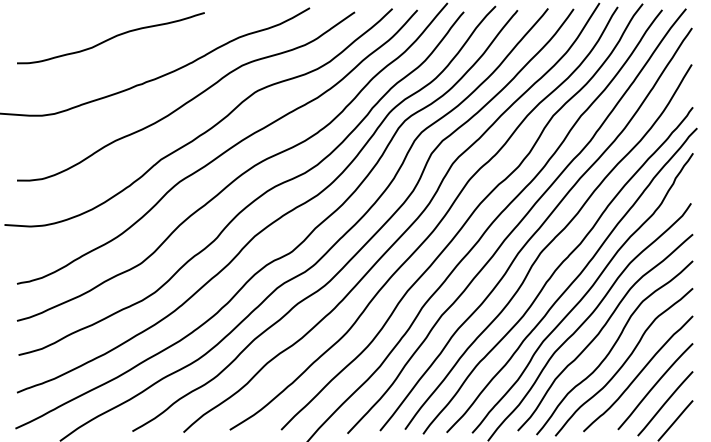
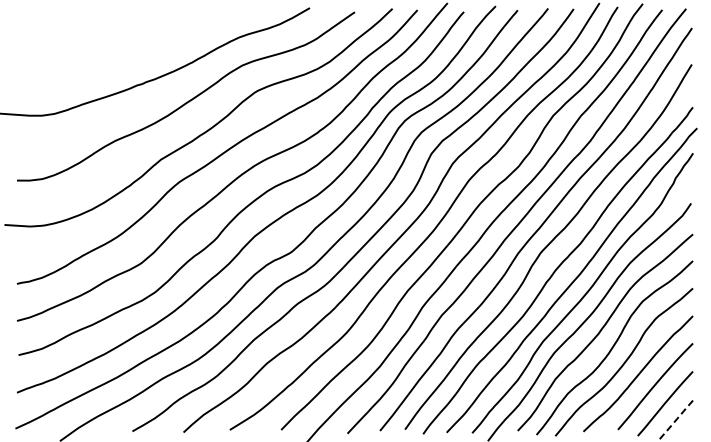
curve at (110, 38): present -> none
line at (675, 420): solid -> dashed
